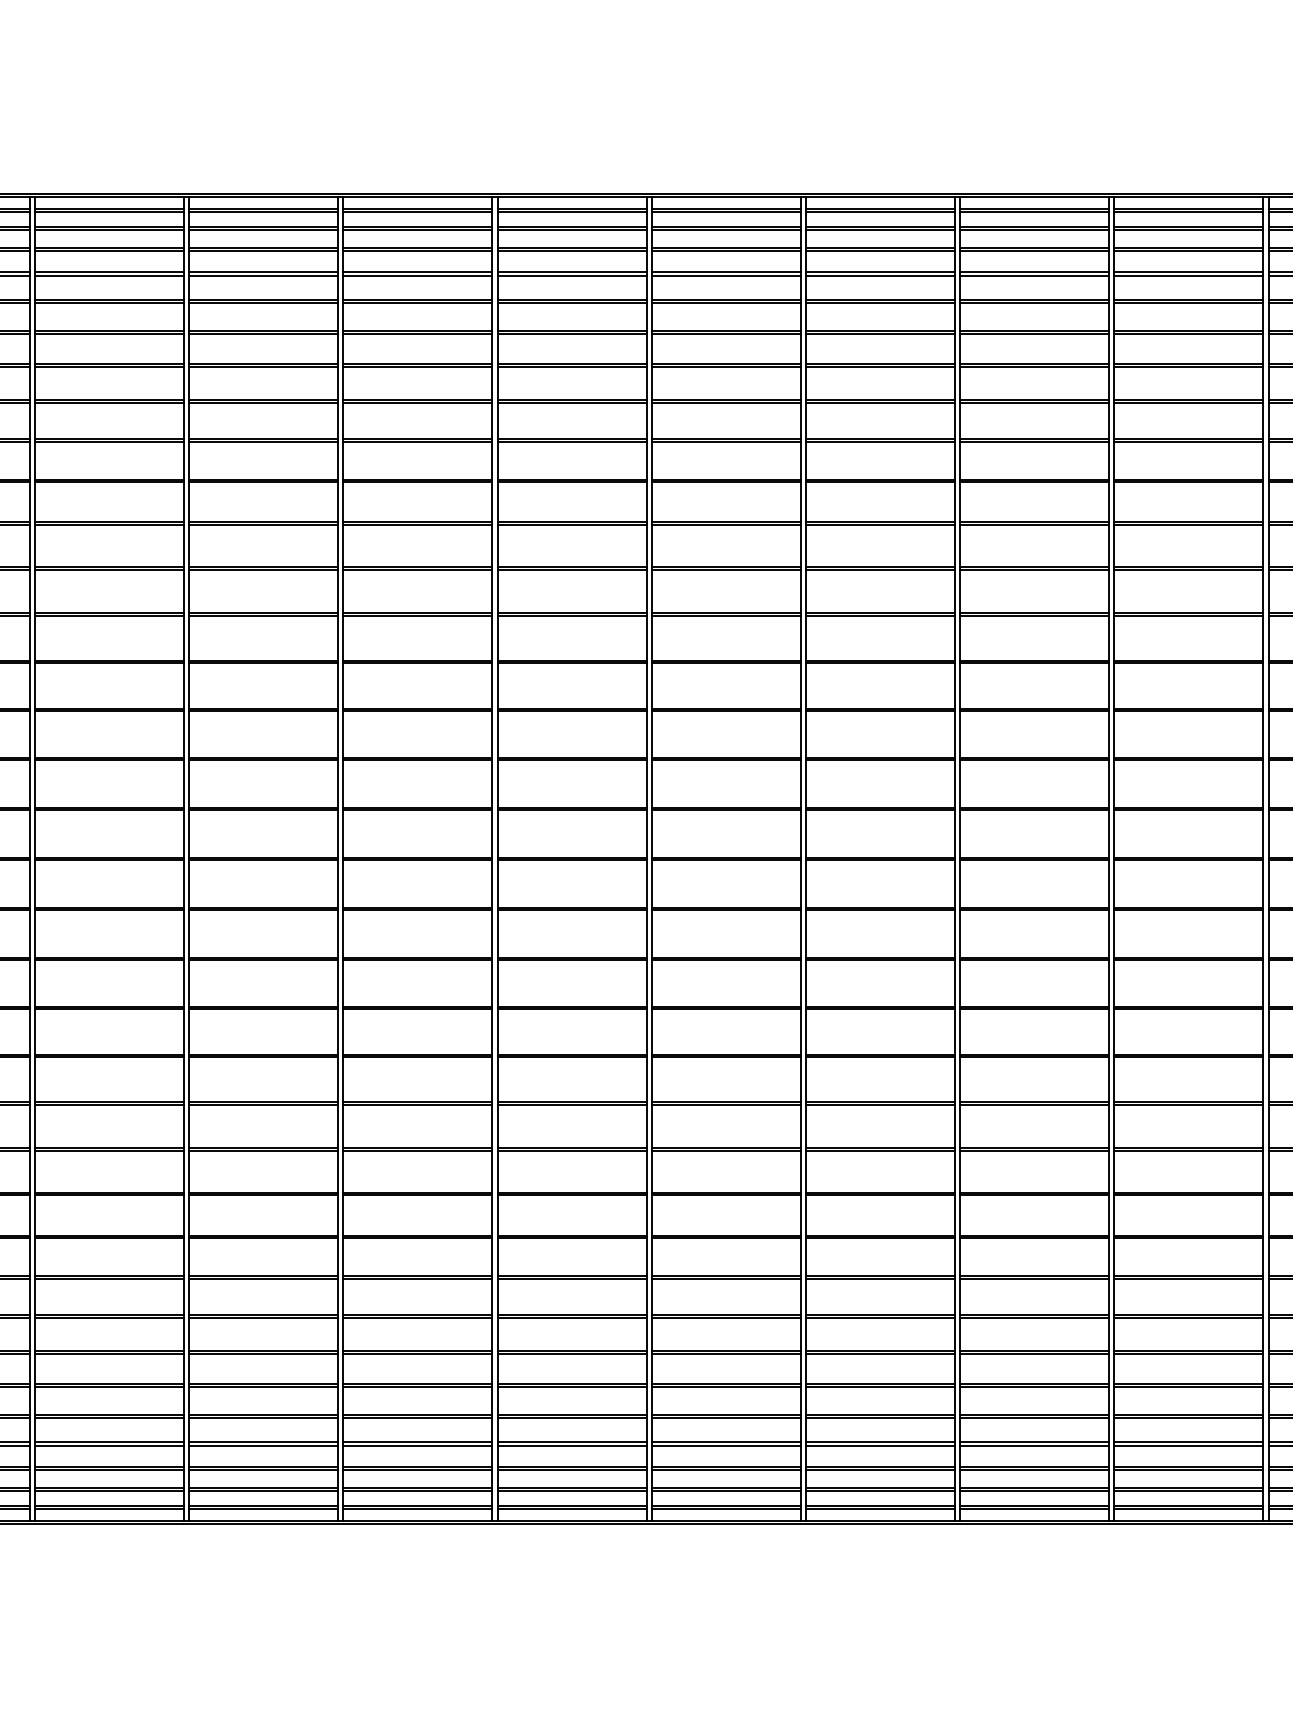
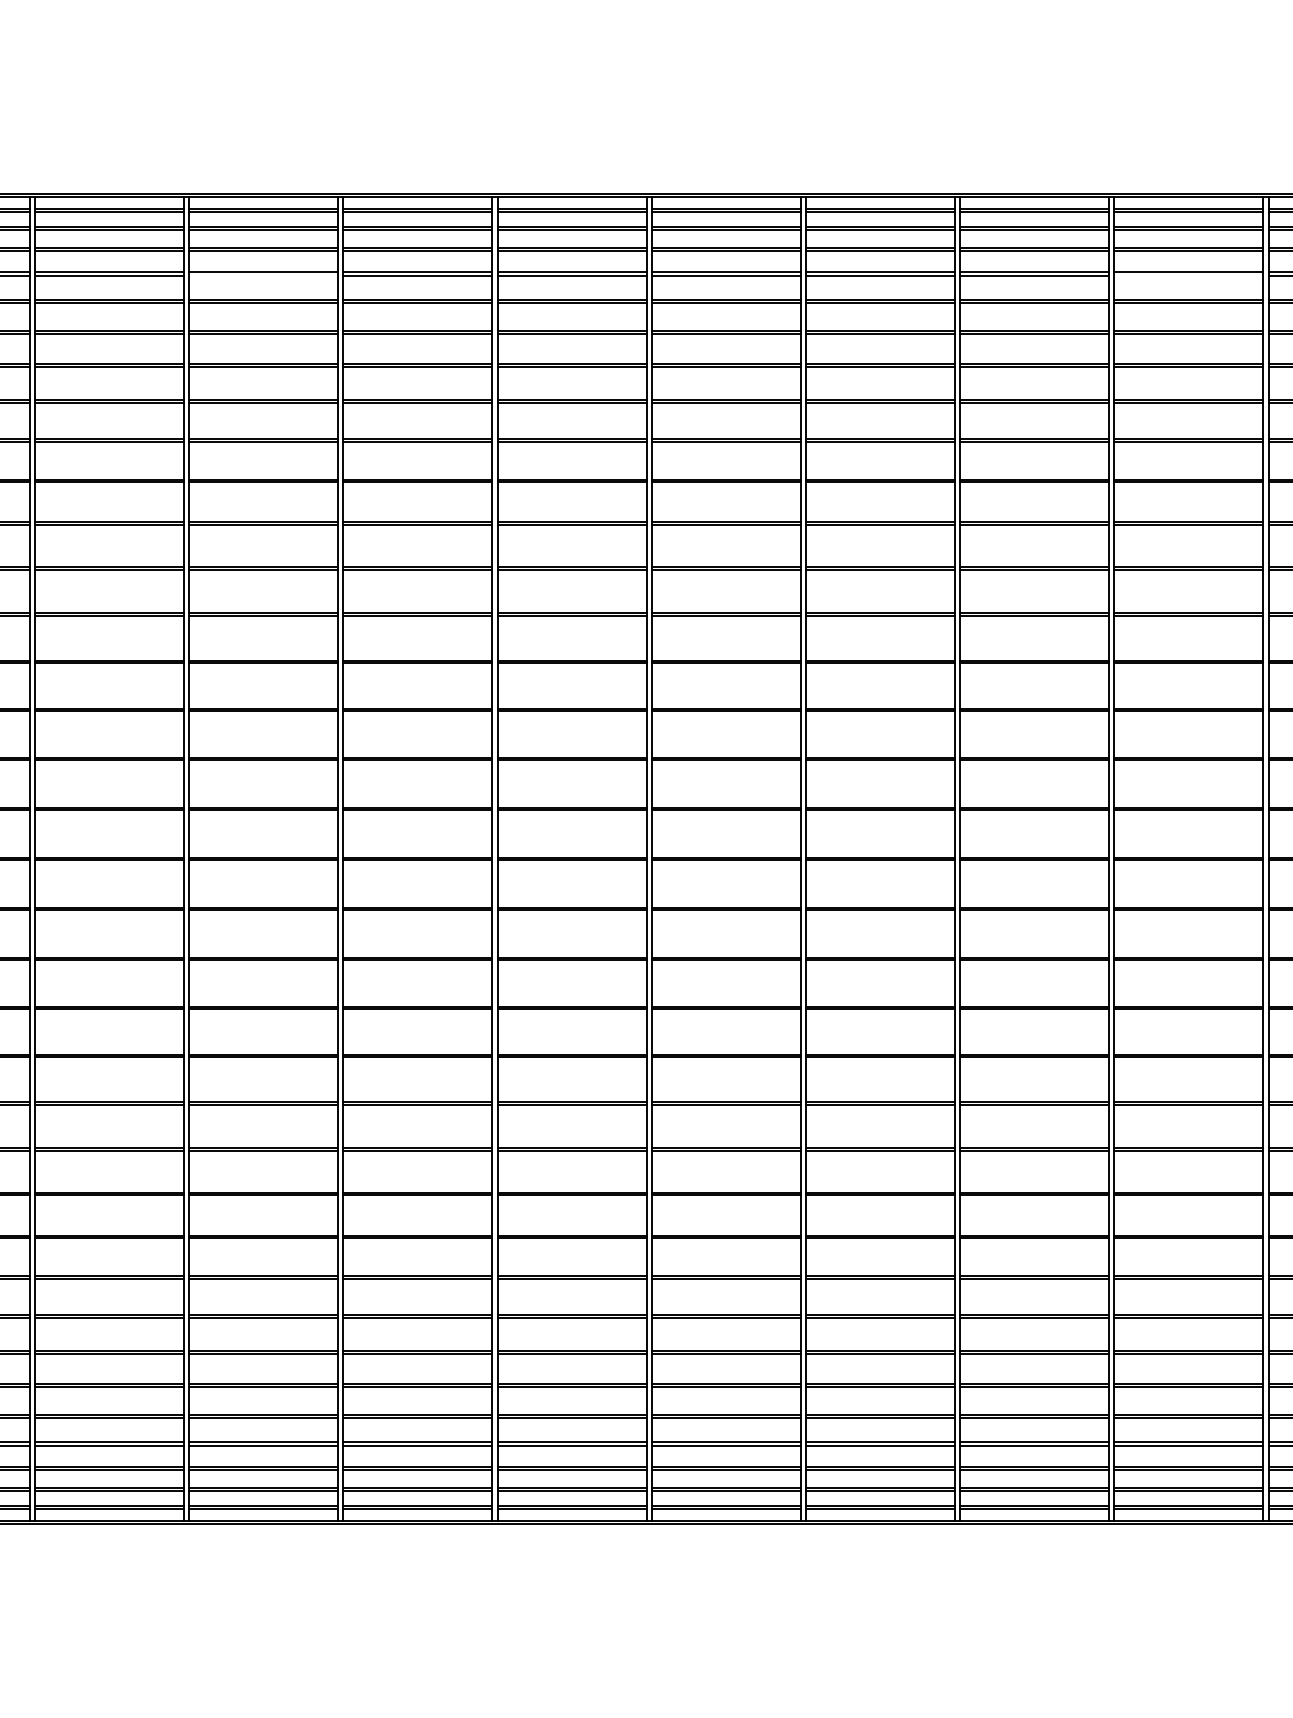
line at (263, 275): present -> none
line at (1188, 275): present -> none
